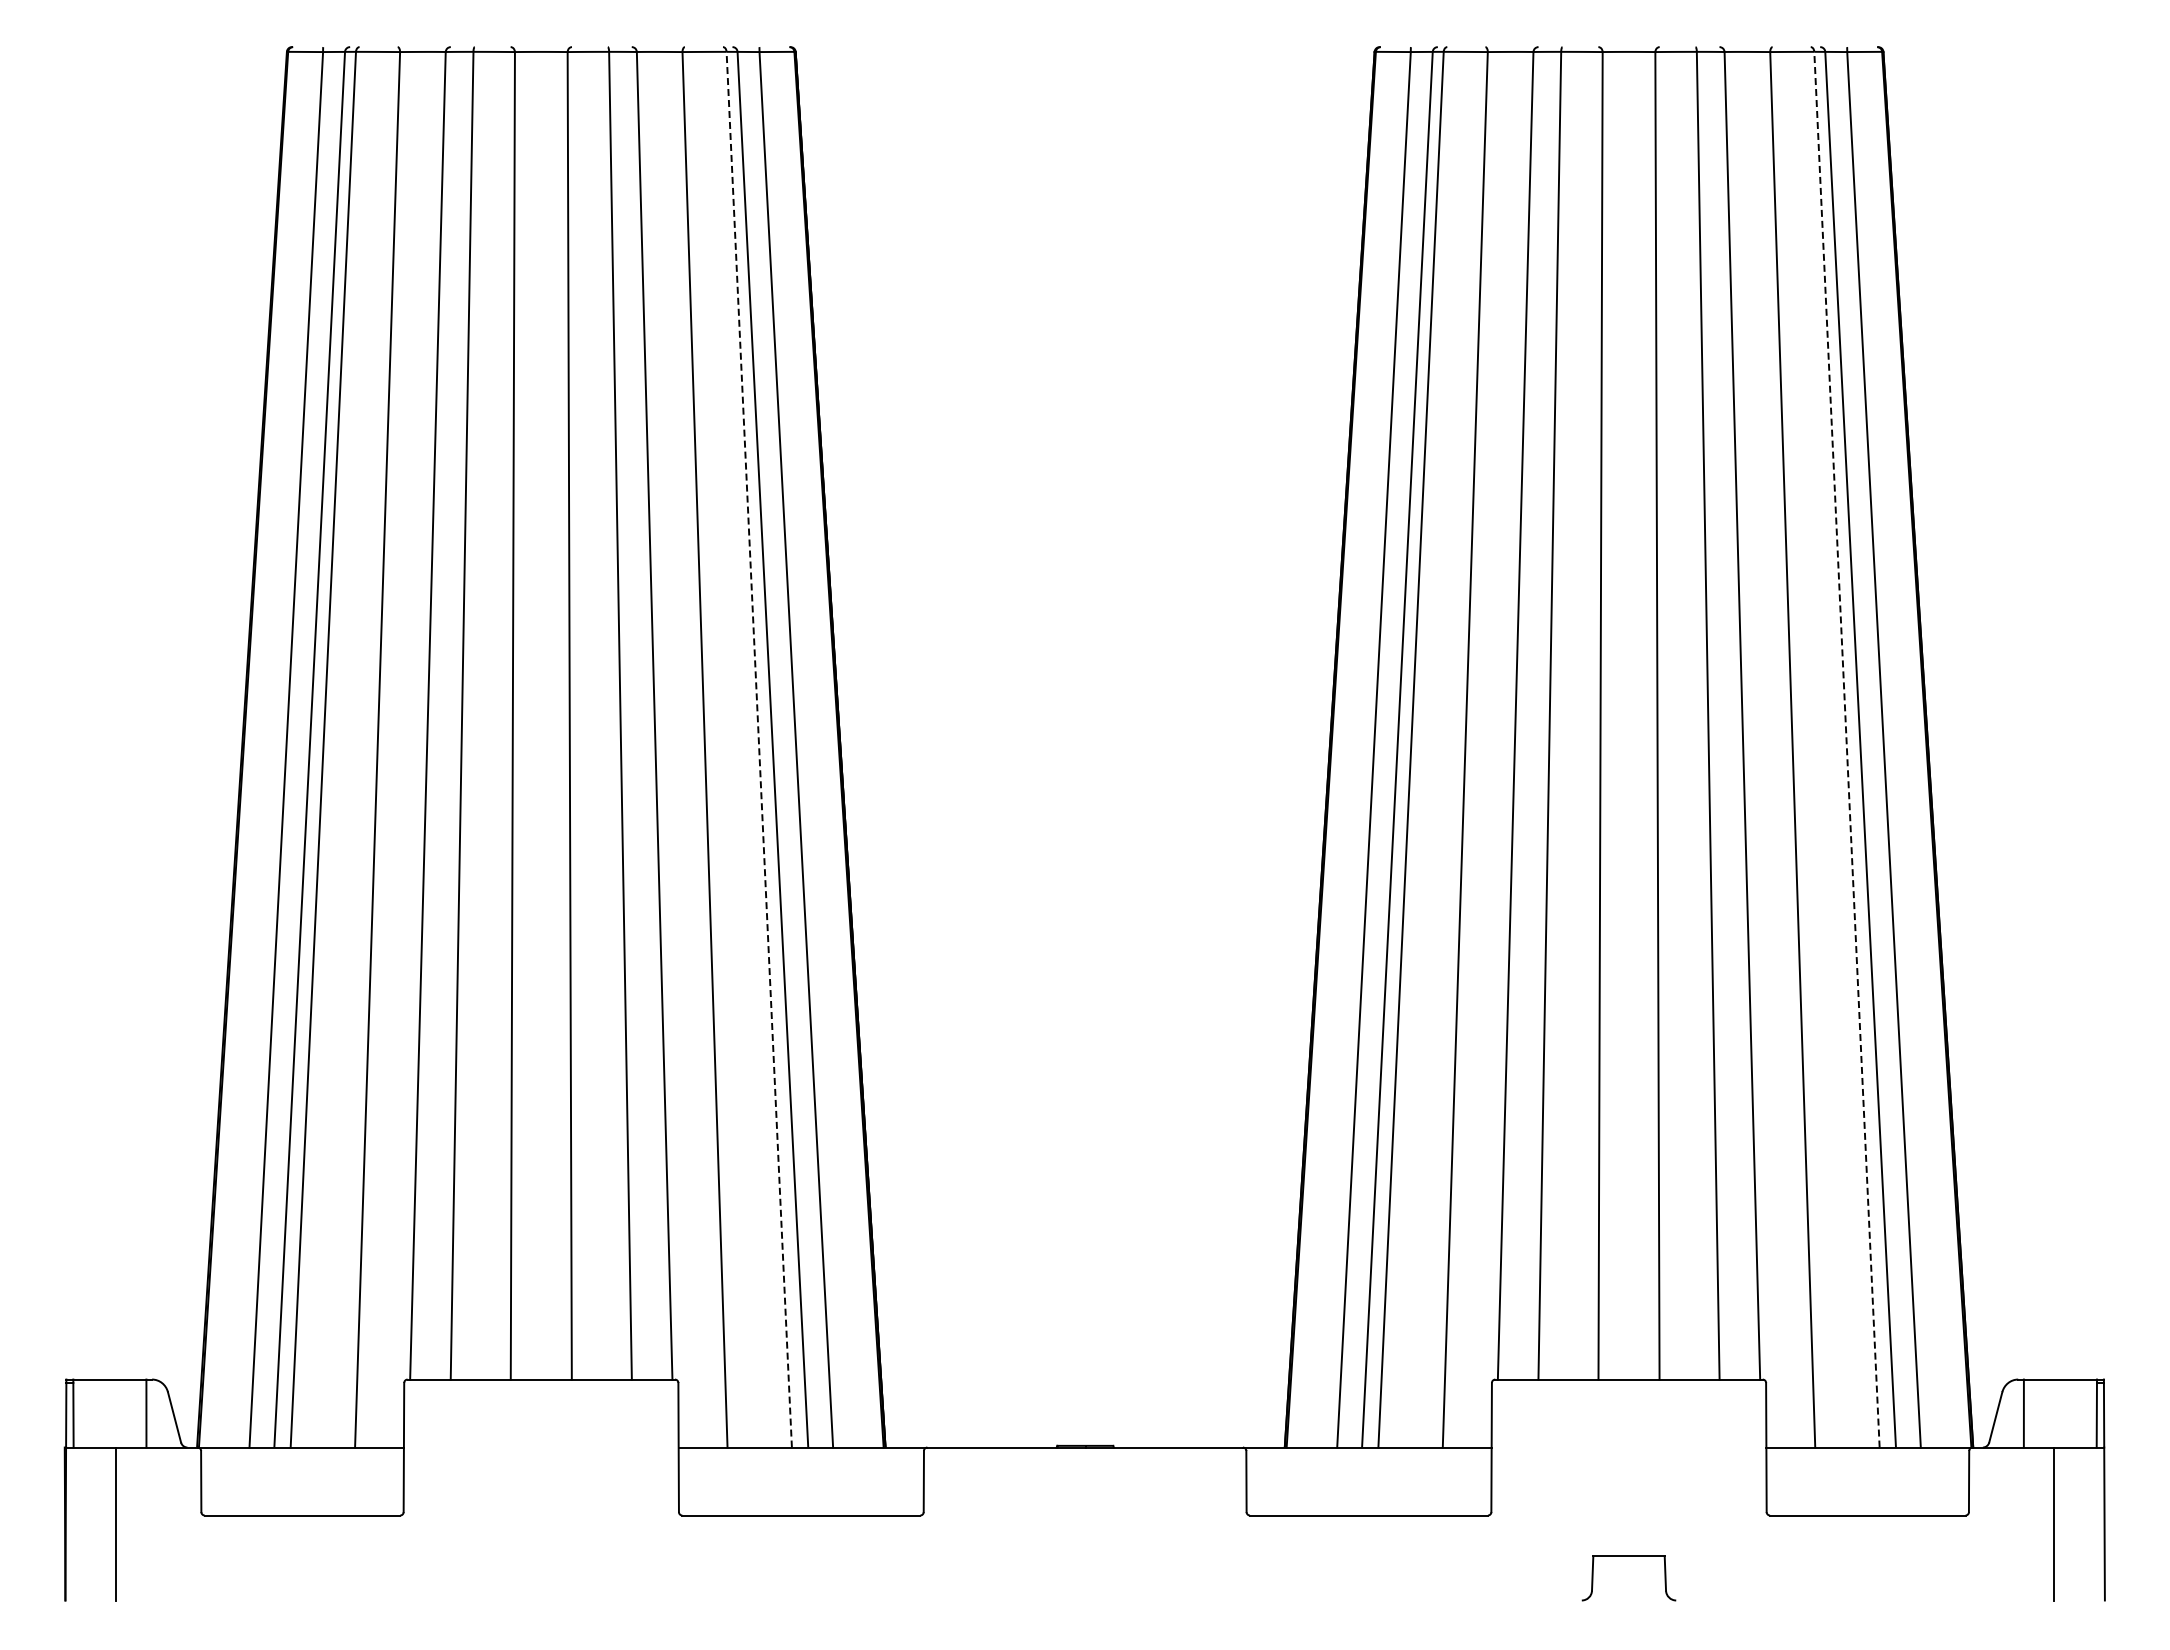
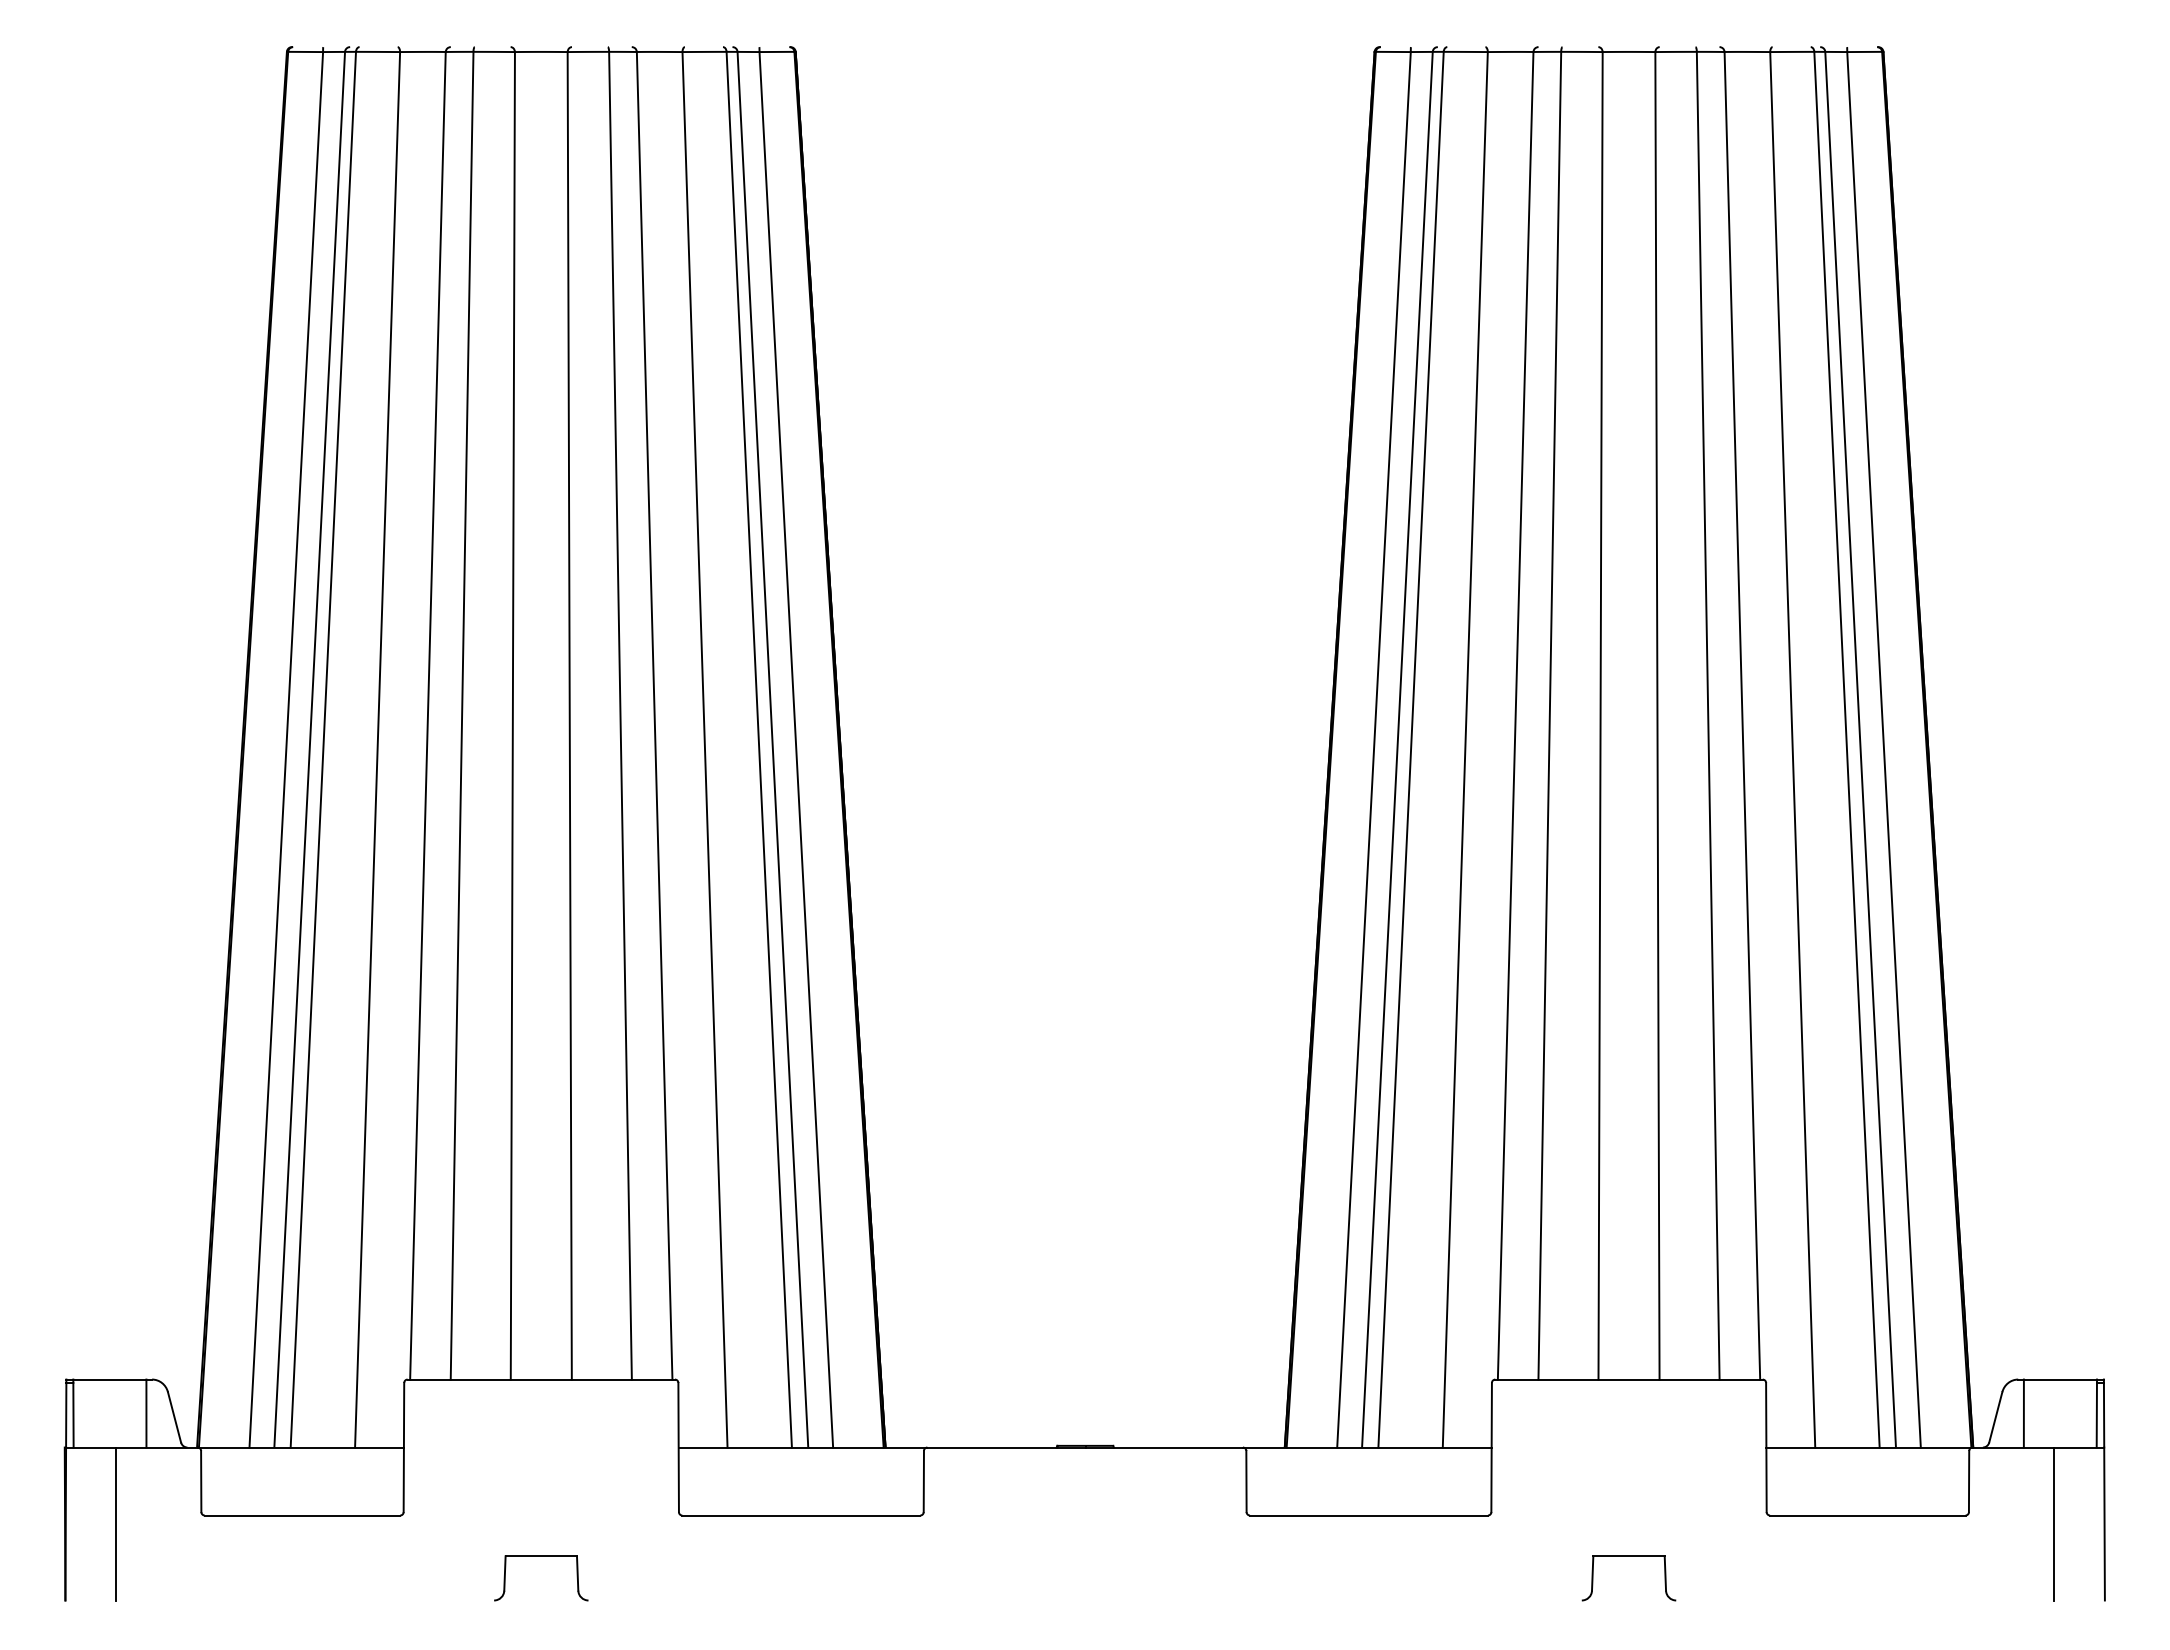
line at (759, 749): dashed -> solid
line at (1846, 749): dashed -> solid
part at (541, 1556): none -> present
